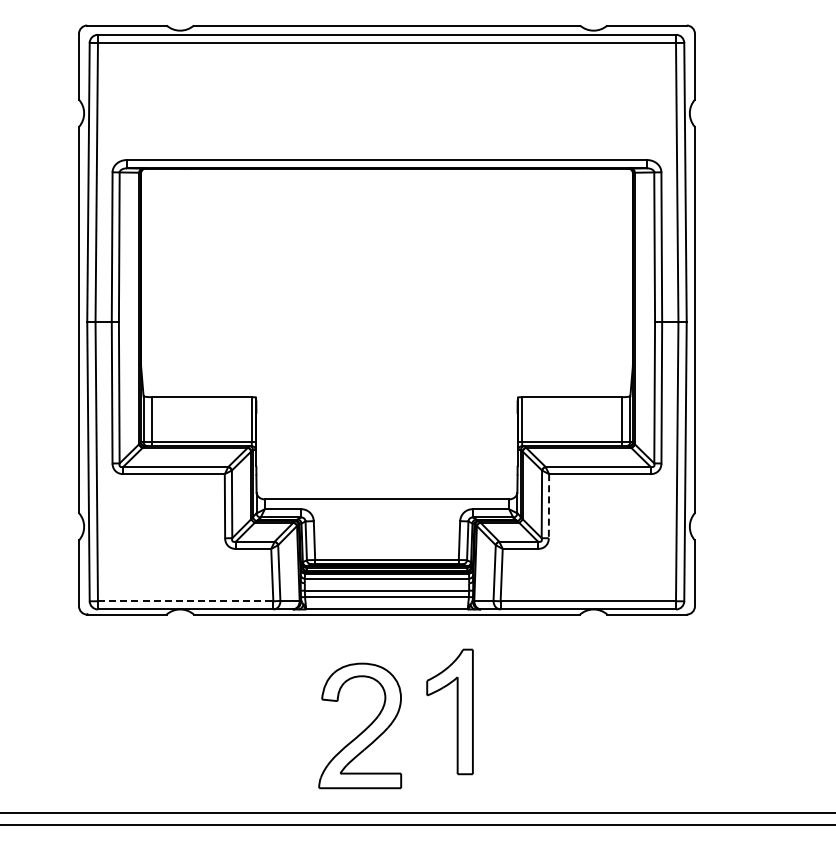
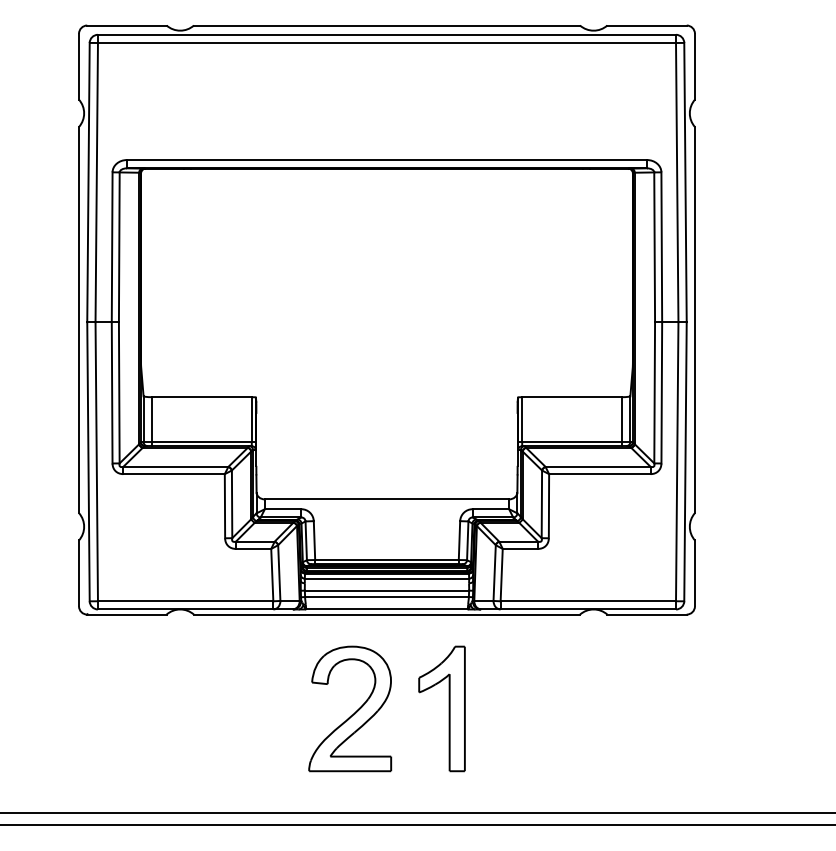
line at (548, 506): dashed -> solid
line at (185, 601): dashed -> solid
part at (456, 711) position: (456, 711) -> (448, 708)
part at (360, 725) position: (360, 725) -> (350, 708)
